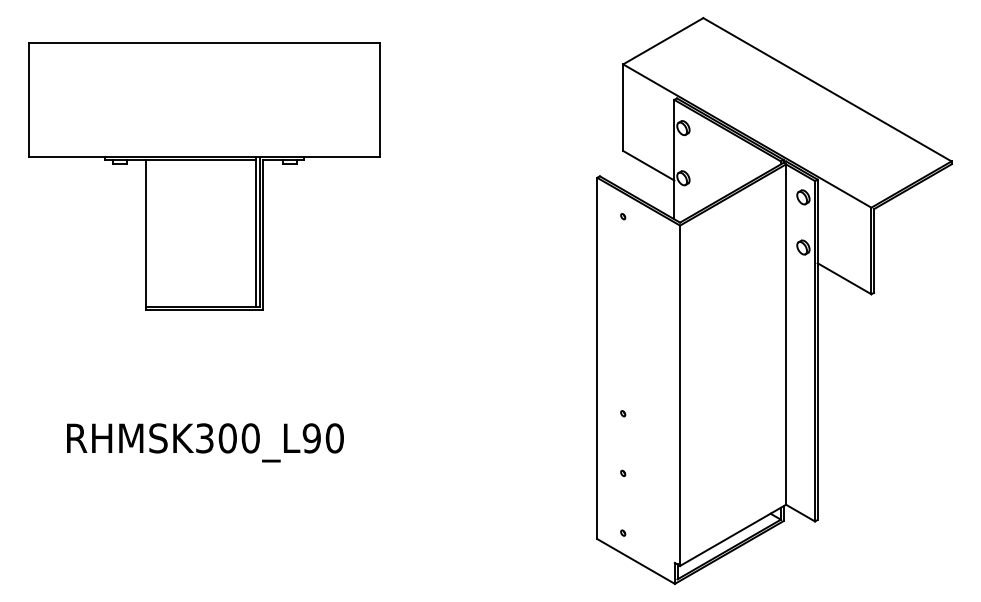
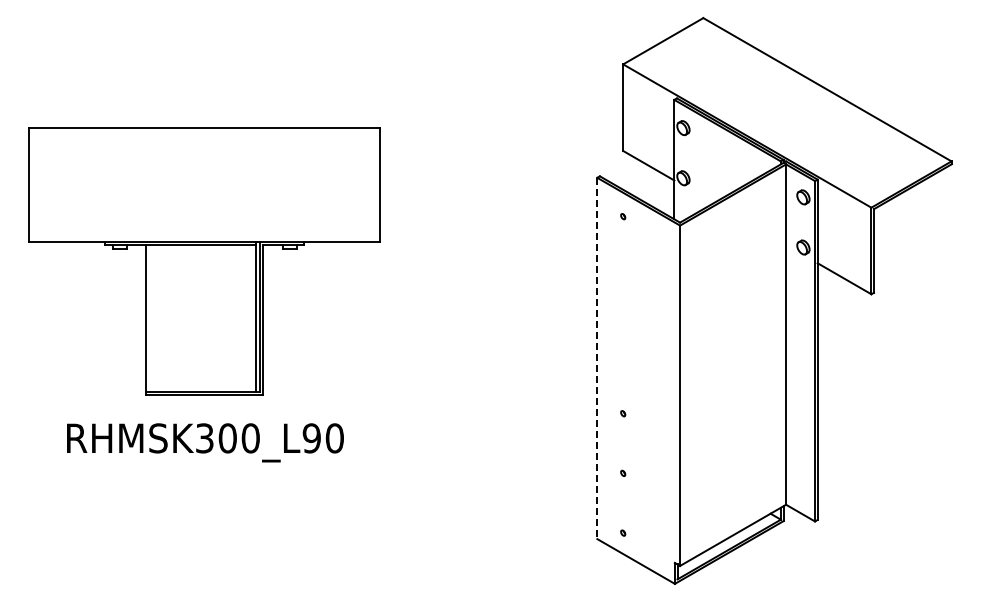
part at (204, 176) position: (204, 176) -> (204, 261)
line at (597, 358): solid -> dashed
